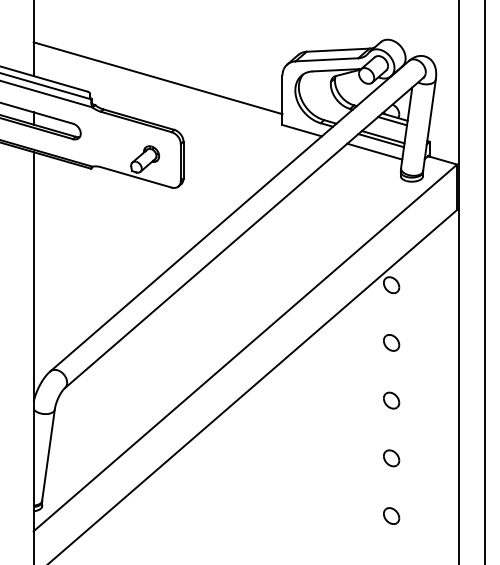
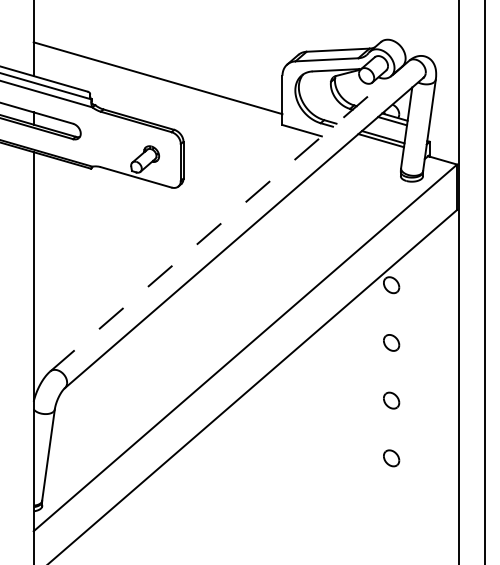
line at (374, 151): present -> none
line at (229, 215): solid -> dashed
part at (391, 515): present -> none
